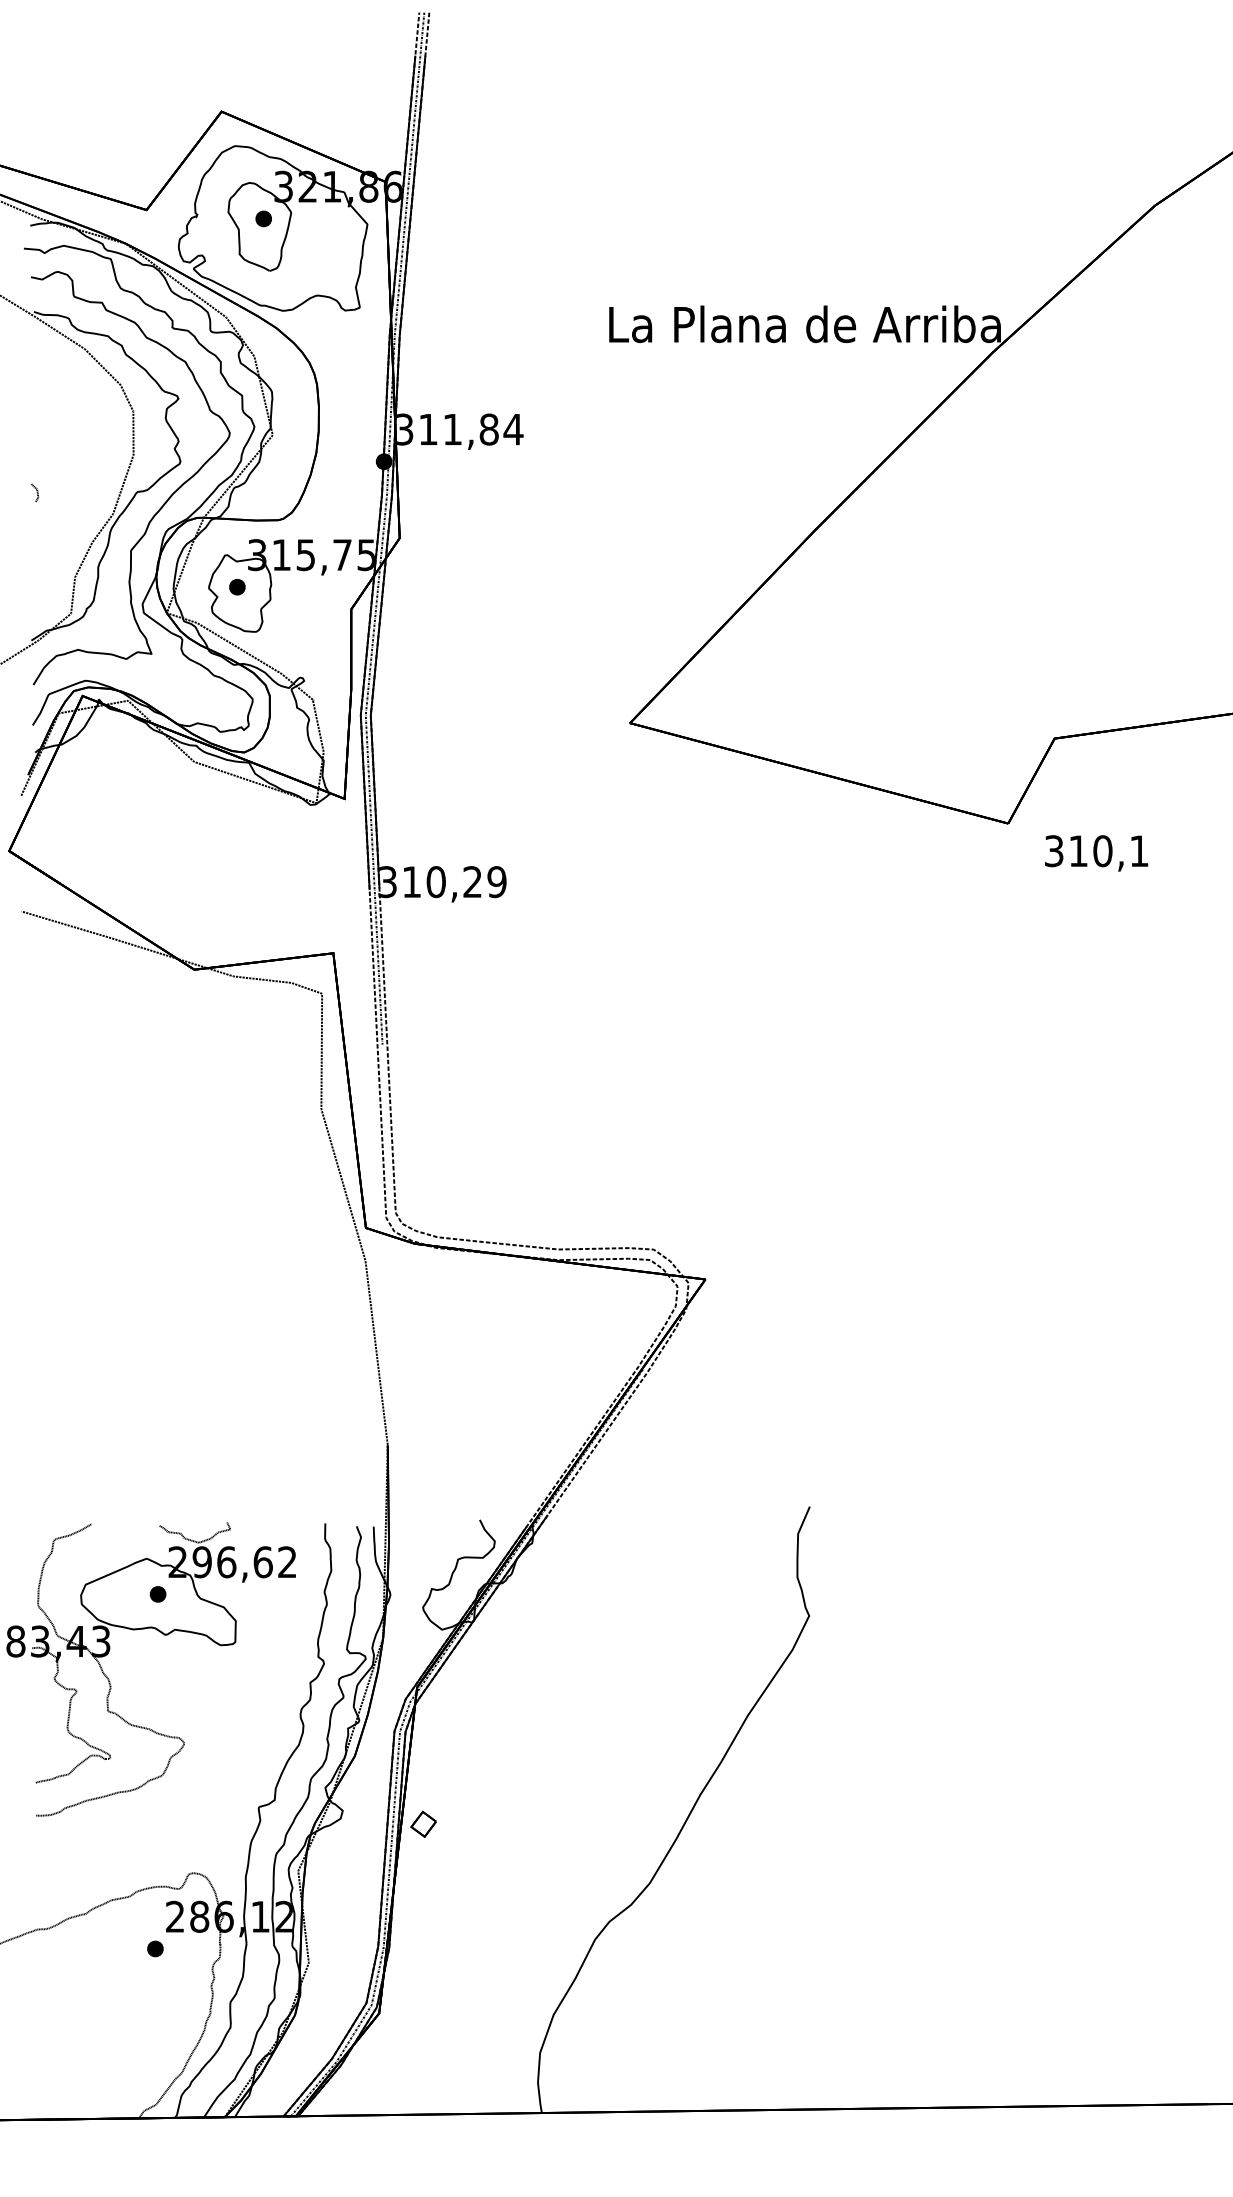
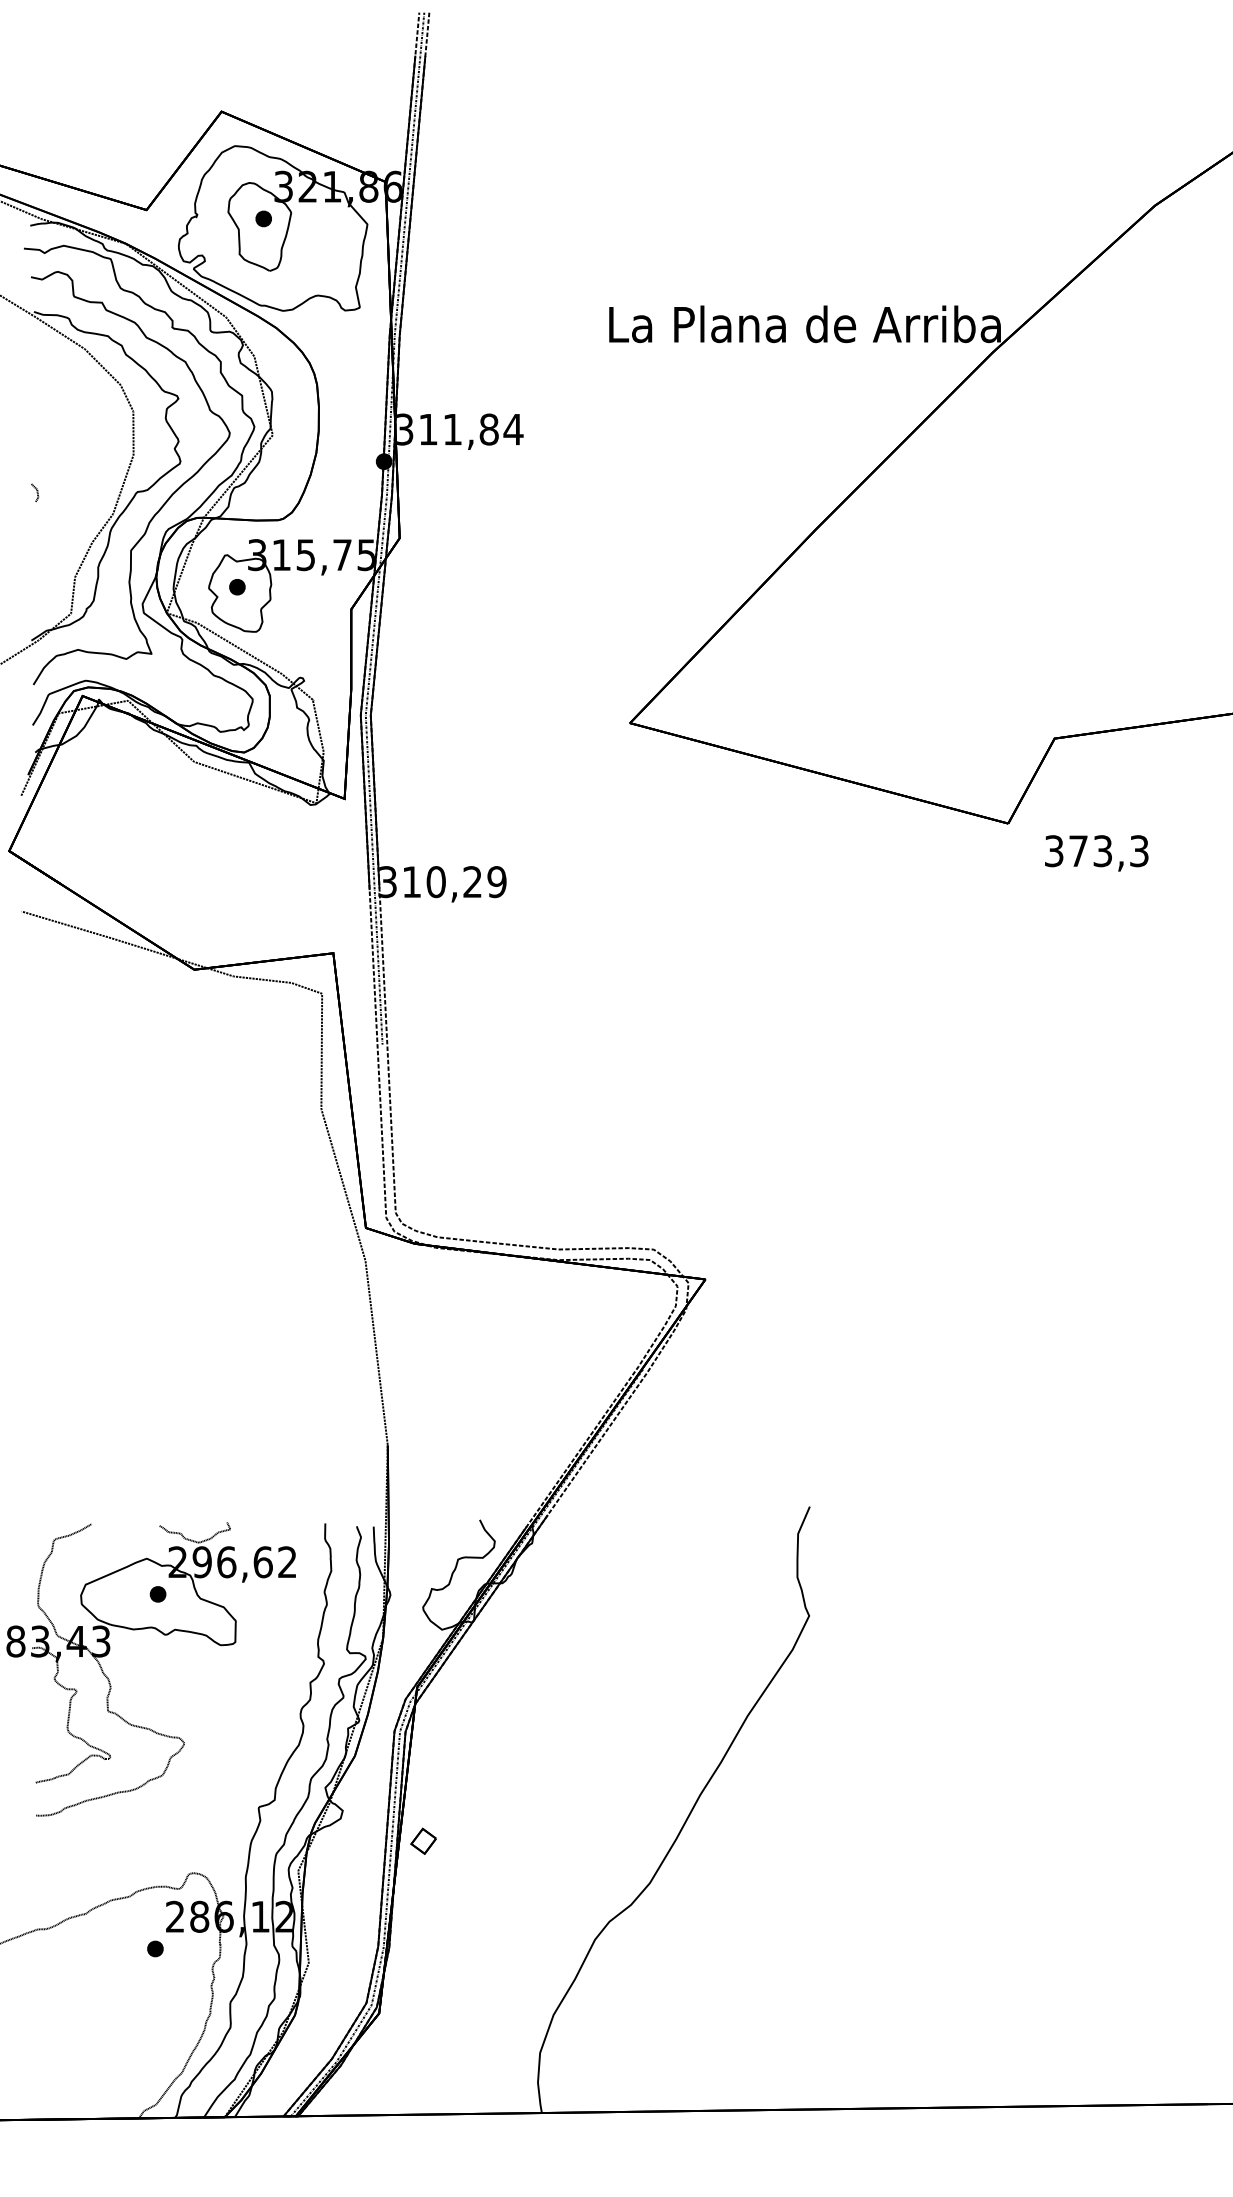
text at (1108, 851): 310,1 -> 373,3
part at (423, 1823) position: (423, 1823) -> (423, 1840)
